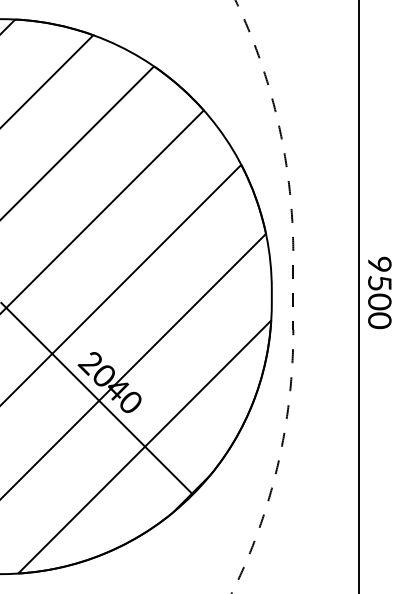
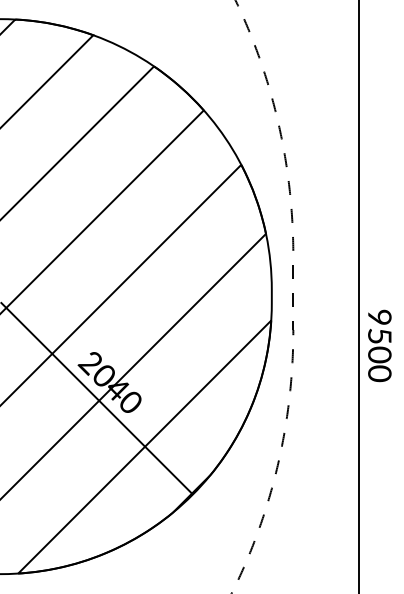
text at (379, 292) position: (379, 292) -> (379, 345)
